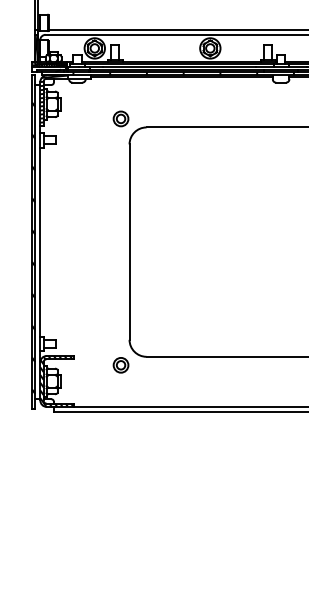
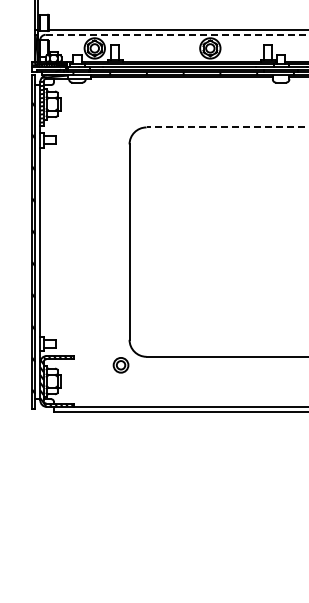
line at (177, 34): solid -> dashed
part at (120, 118): present -> none
line at (227, 127): solid -> dashed
